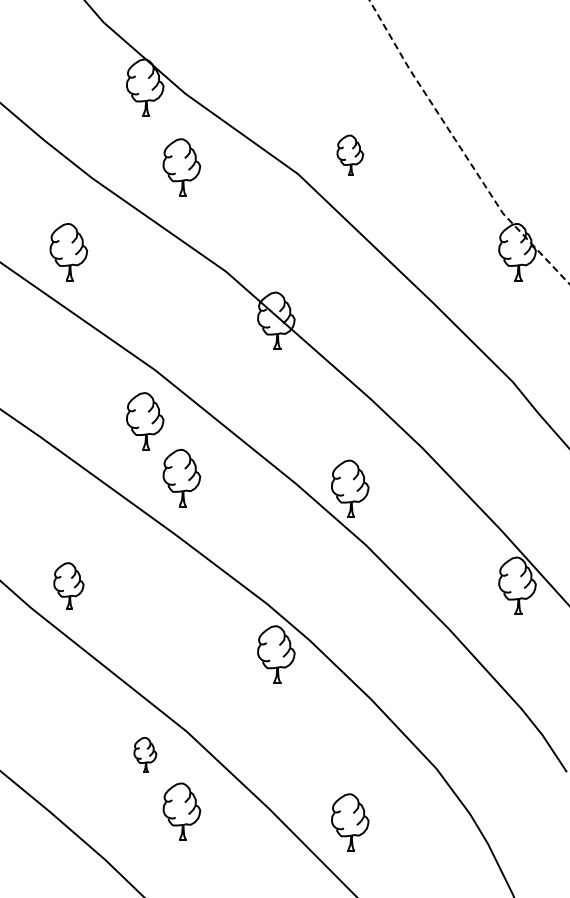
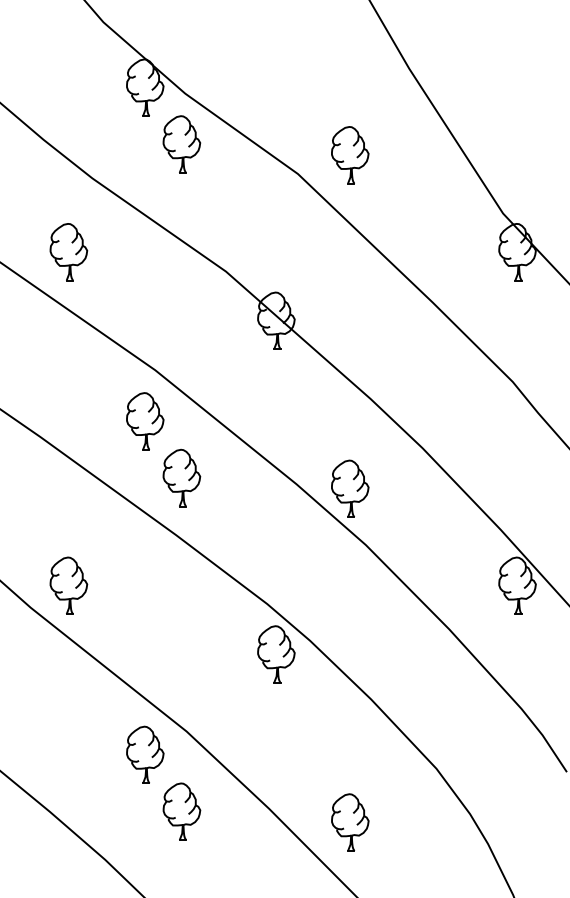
line at (460, 148): dashed -> solid
part at (350, 154) size: 29x42 px -> 39x59 px
part at (181, 167) position: (181, 167) -> (181, 144)
part at (68, 585) size: 32x48 px -> 40x59 px
part at (145, 754) size: 25x36 px -> 39x59 px
